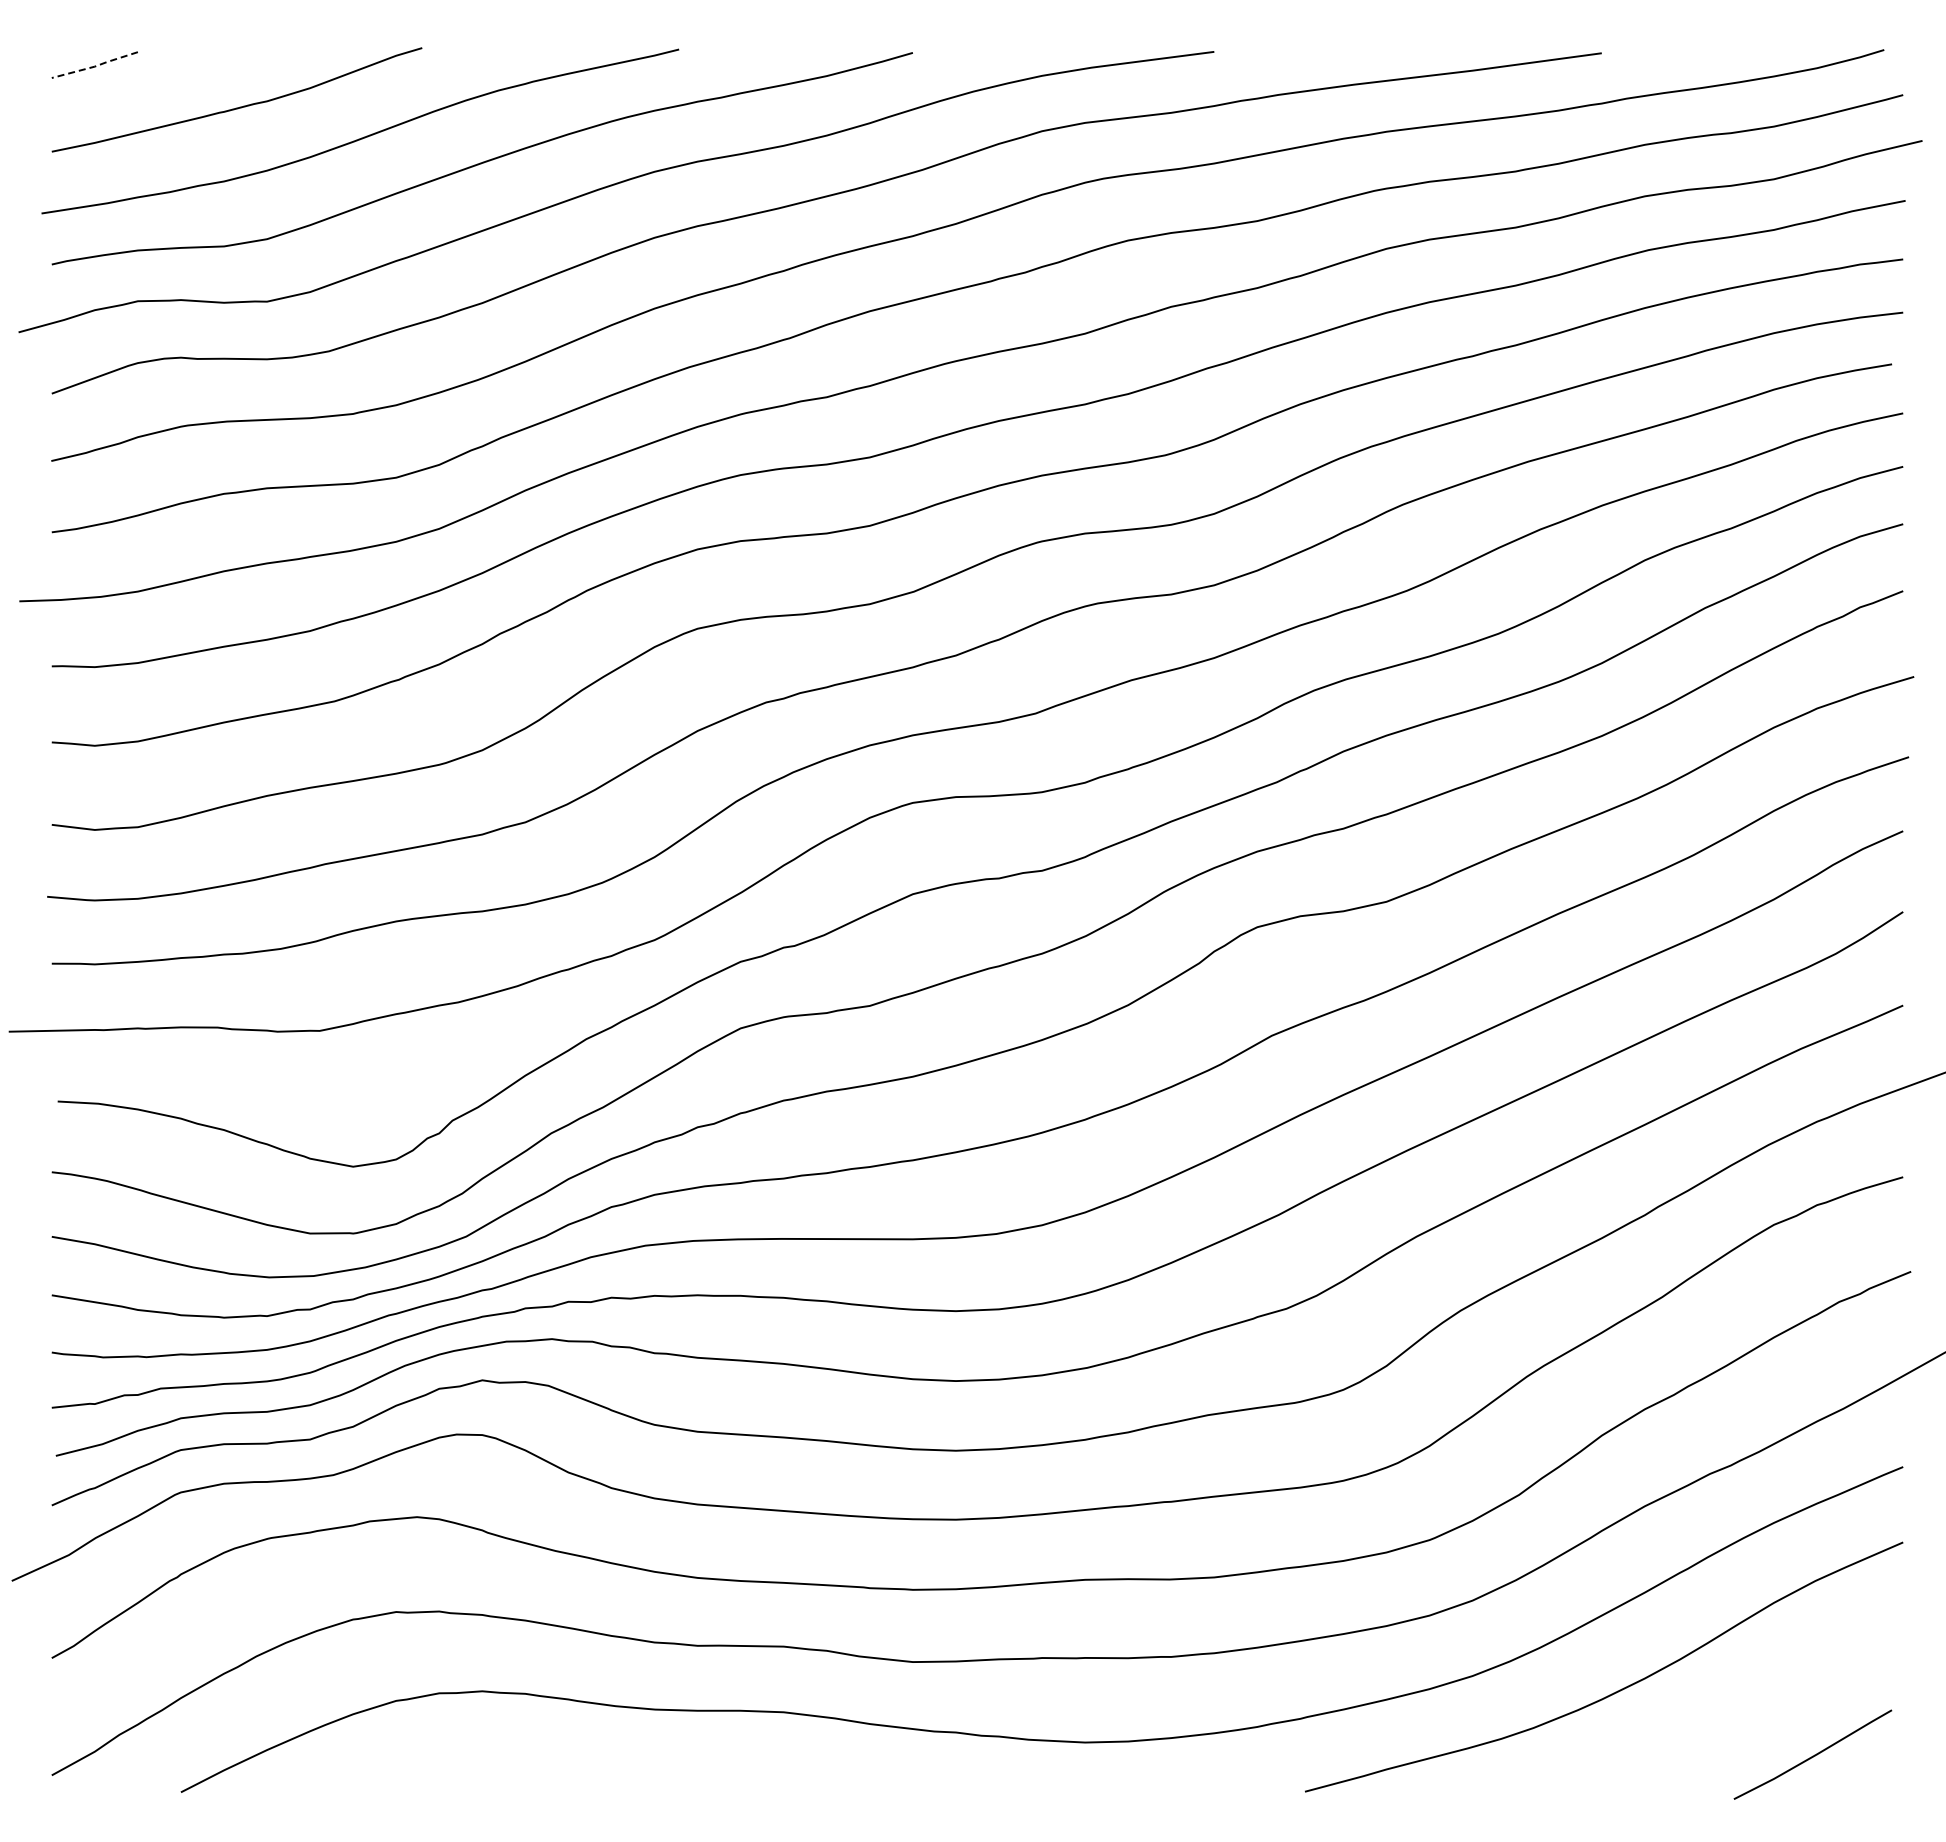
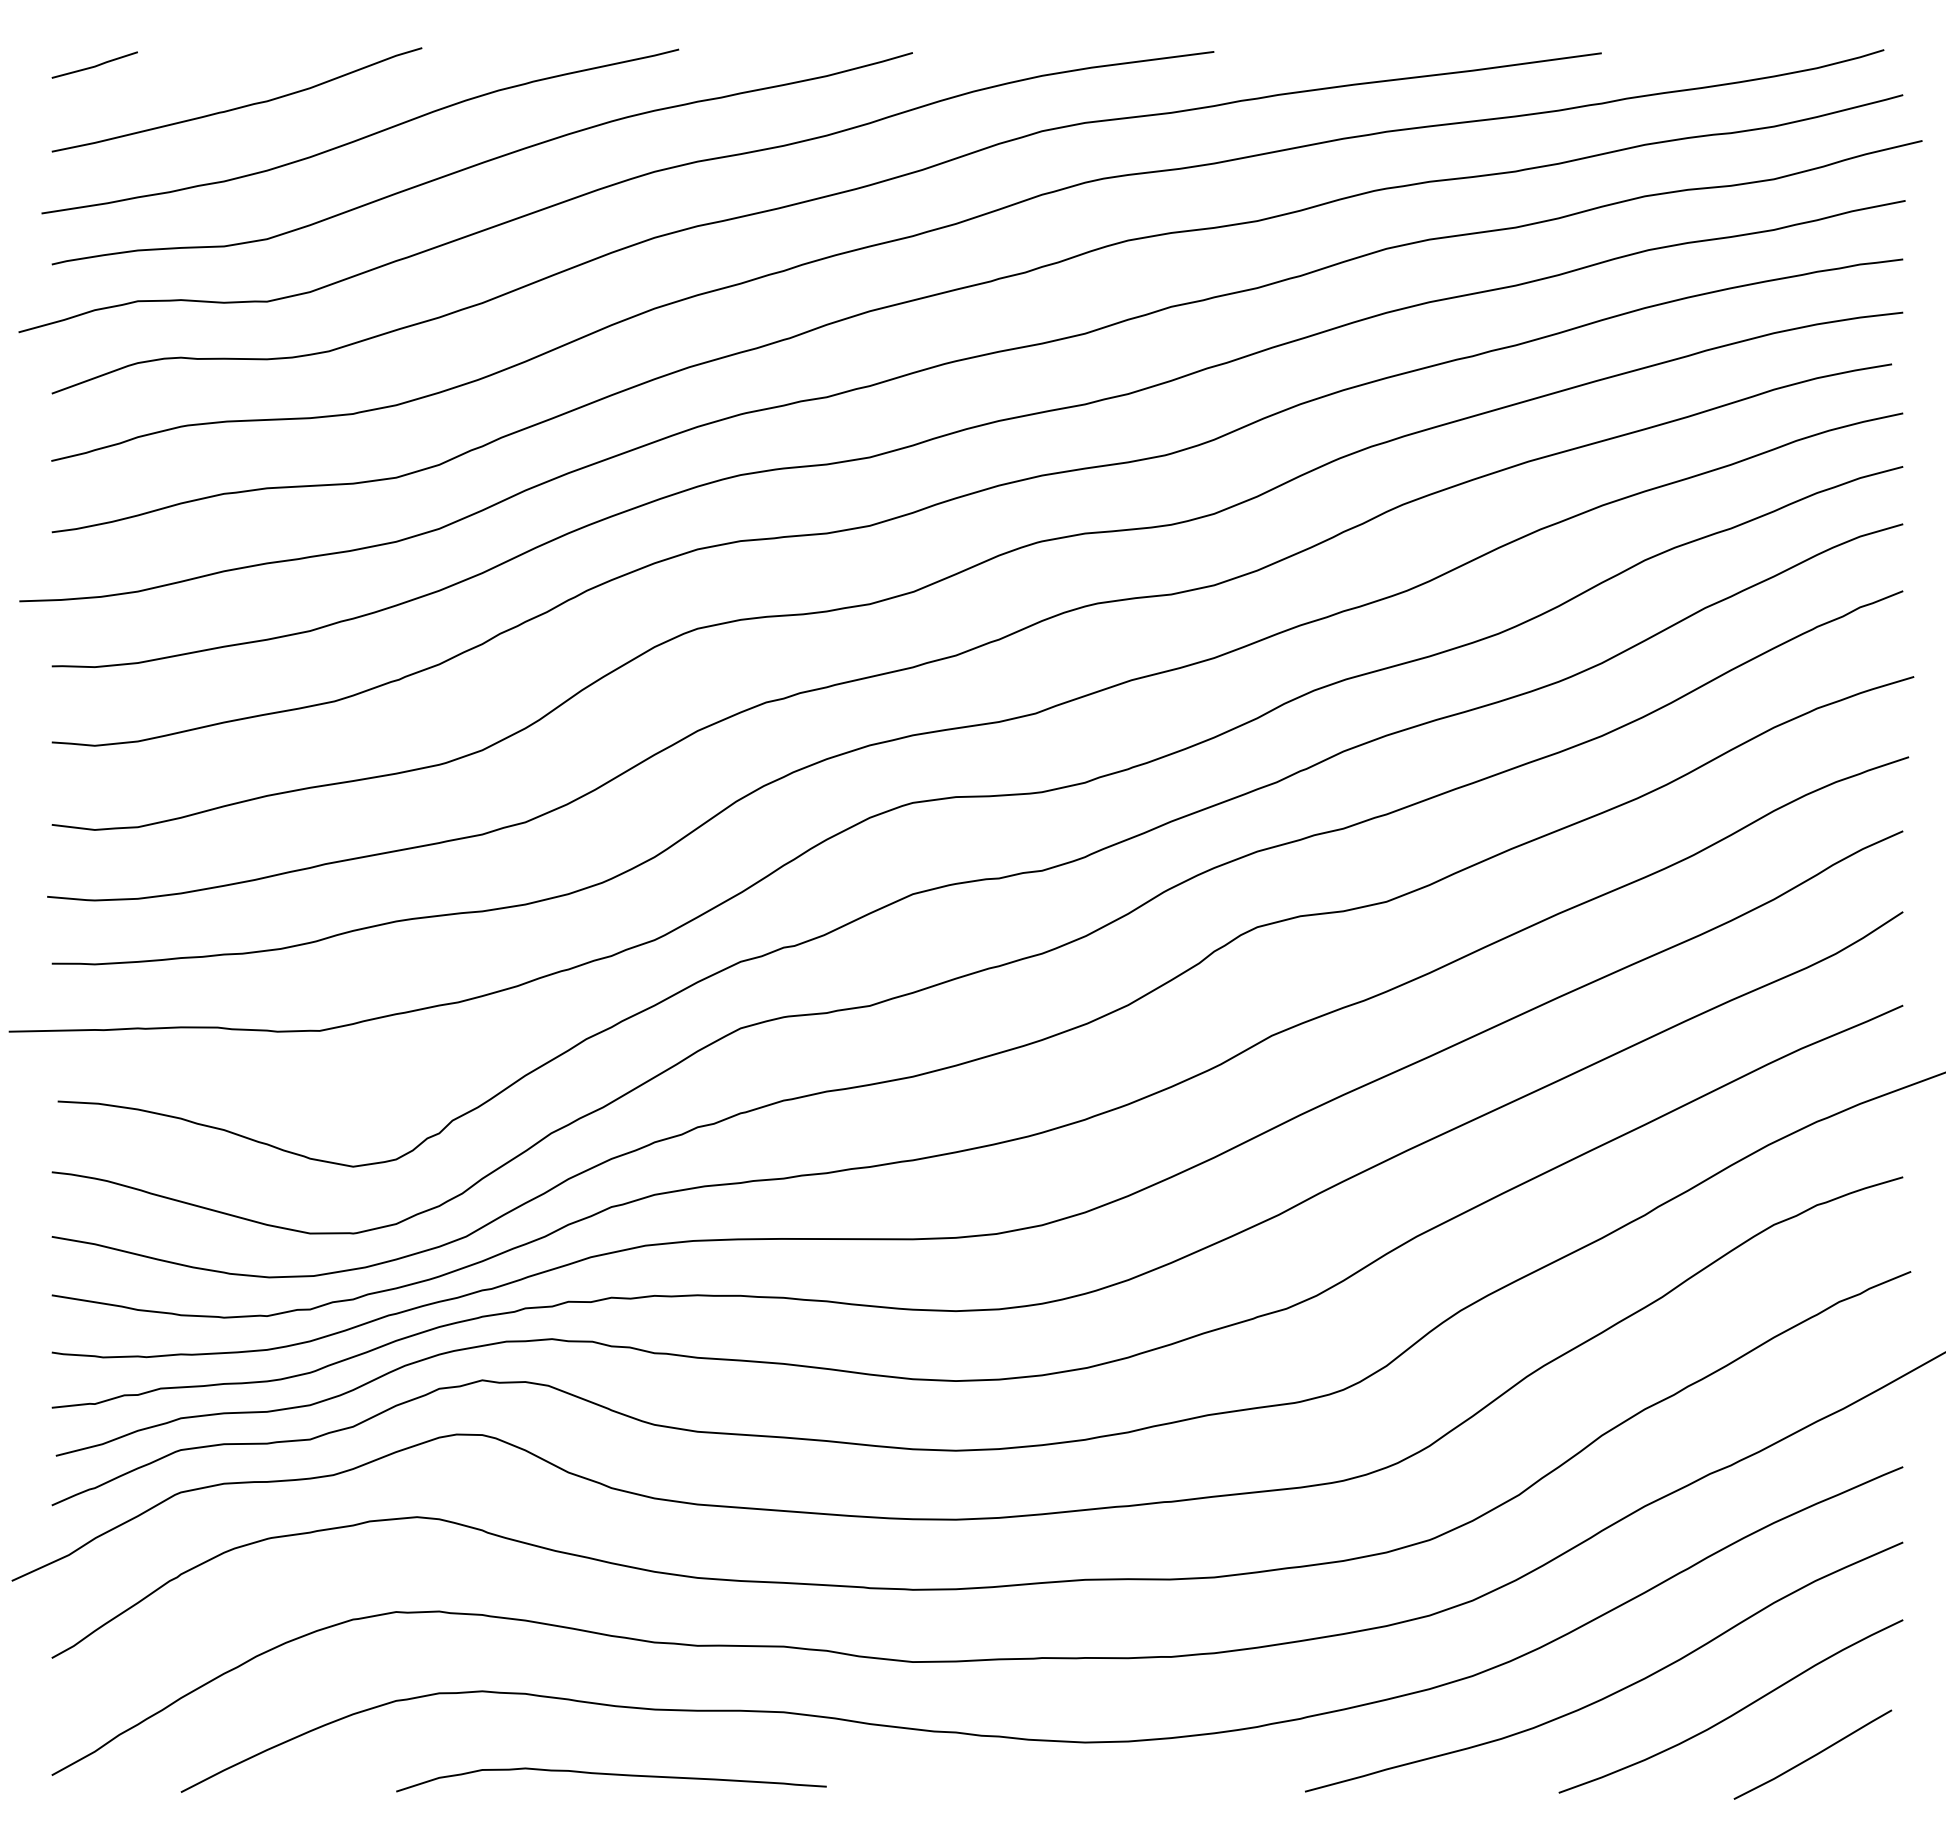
line at (94, 66): dashed -> solid
curve at (1733, 1713): none -> present
curve at (611, 1775): none -> present
